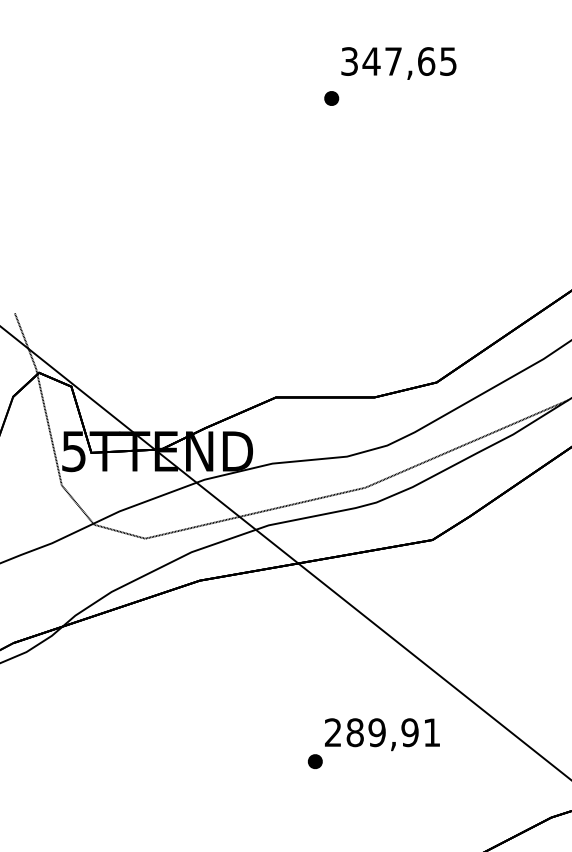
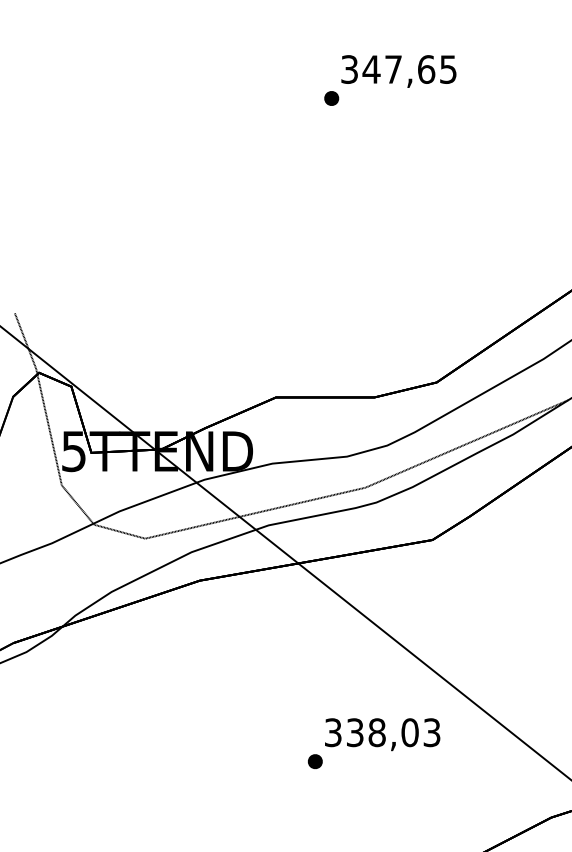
text at (398, 63) position: (398, 63) -> (398, 71)
text at (382, 732): 289,91 -> 338,03
